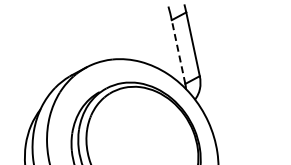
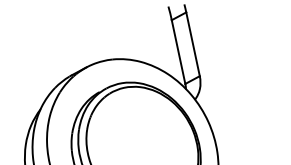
line at (178, 52): dashed -> solid
